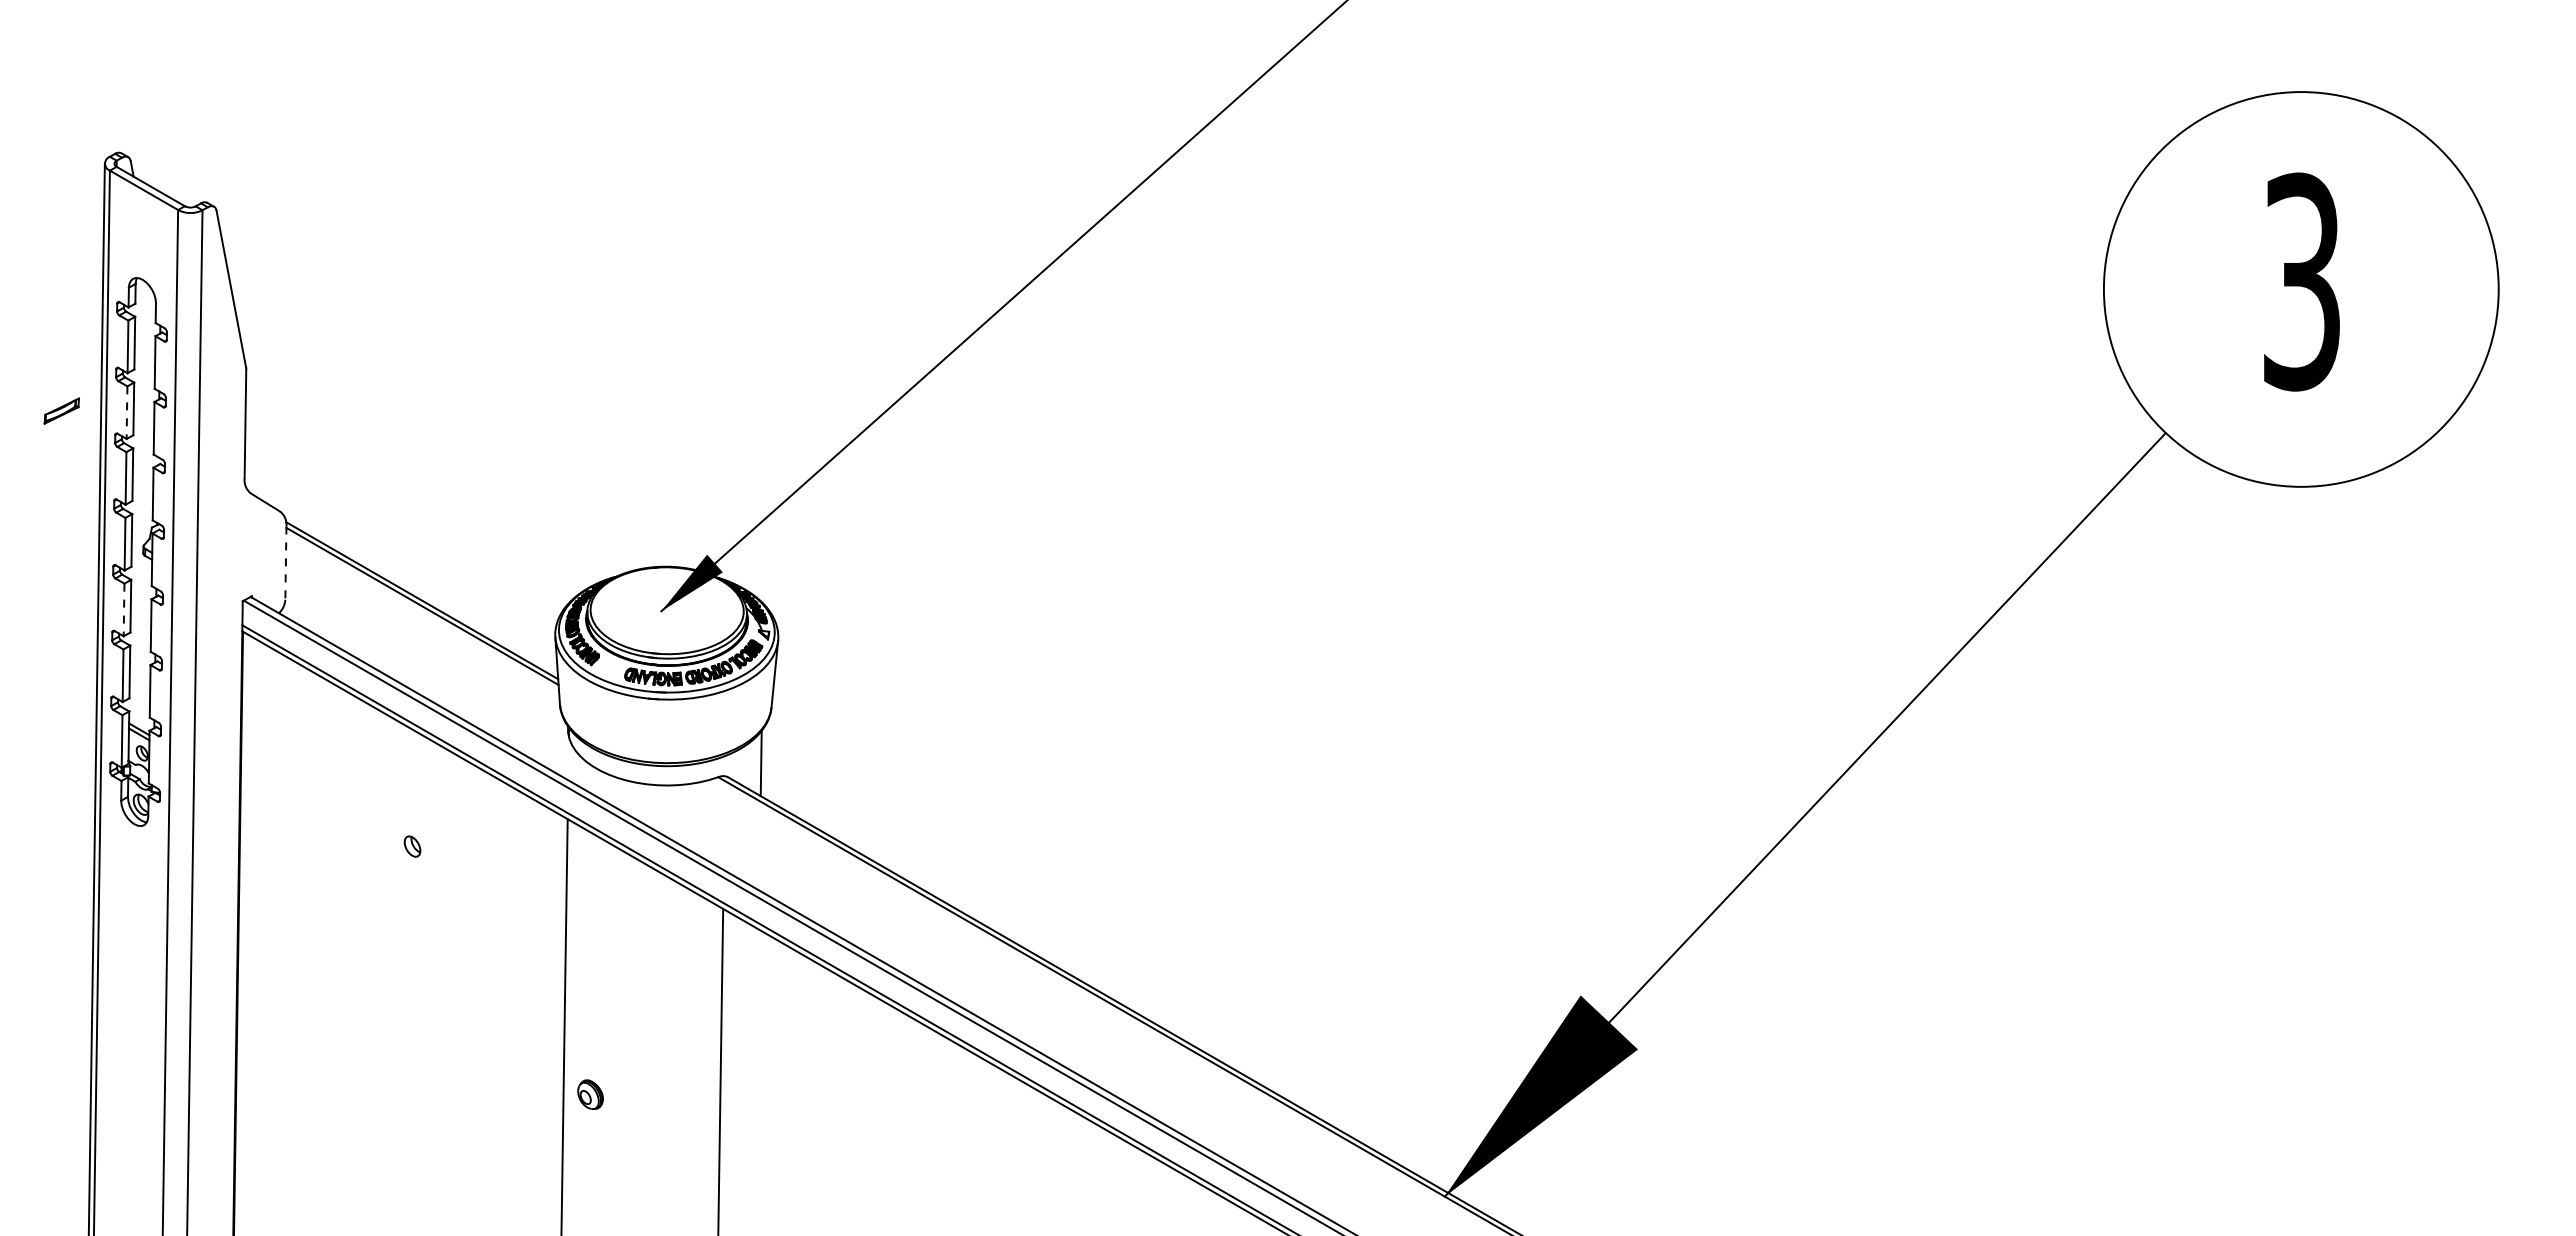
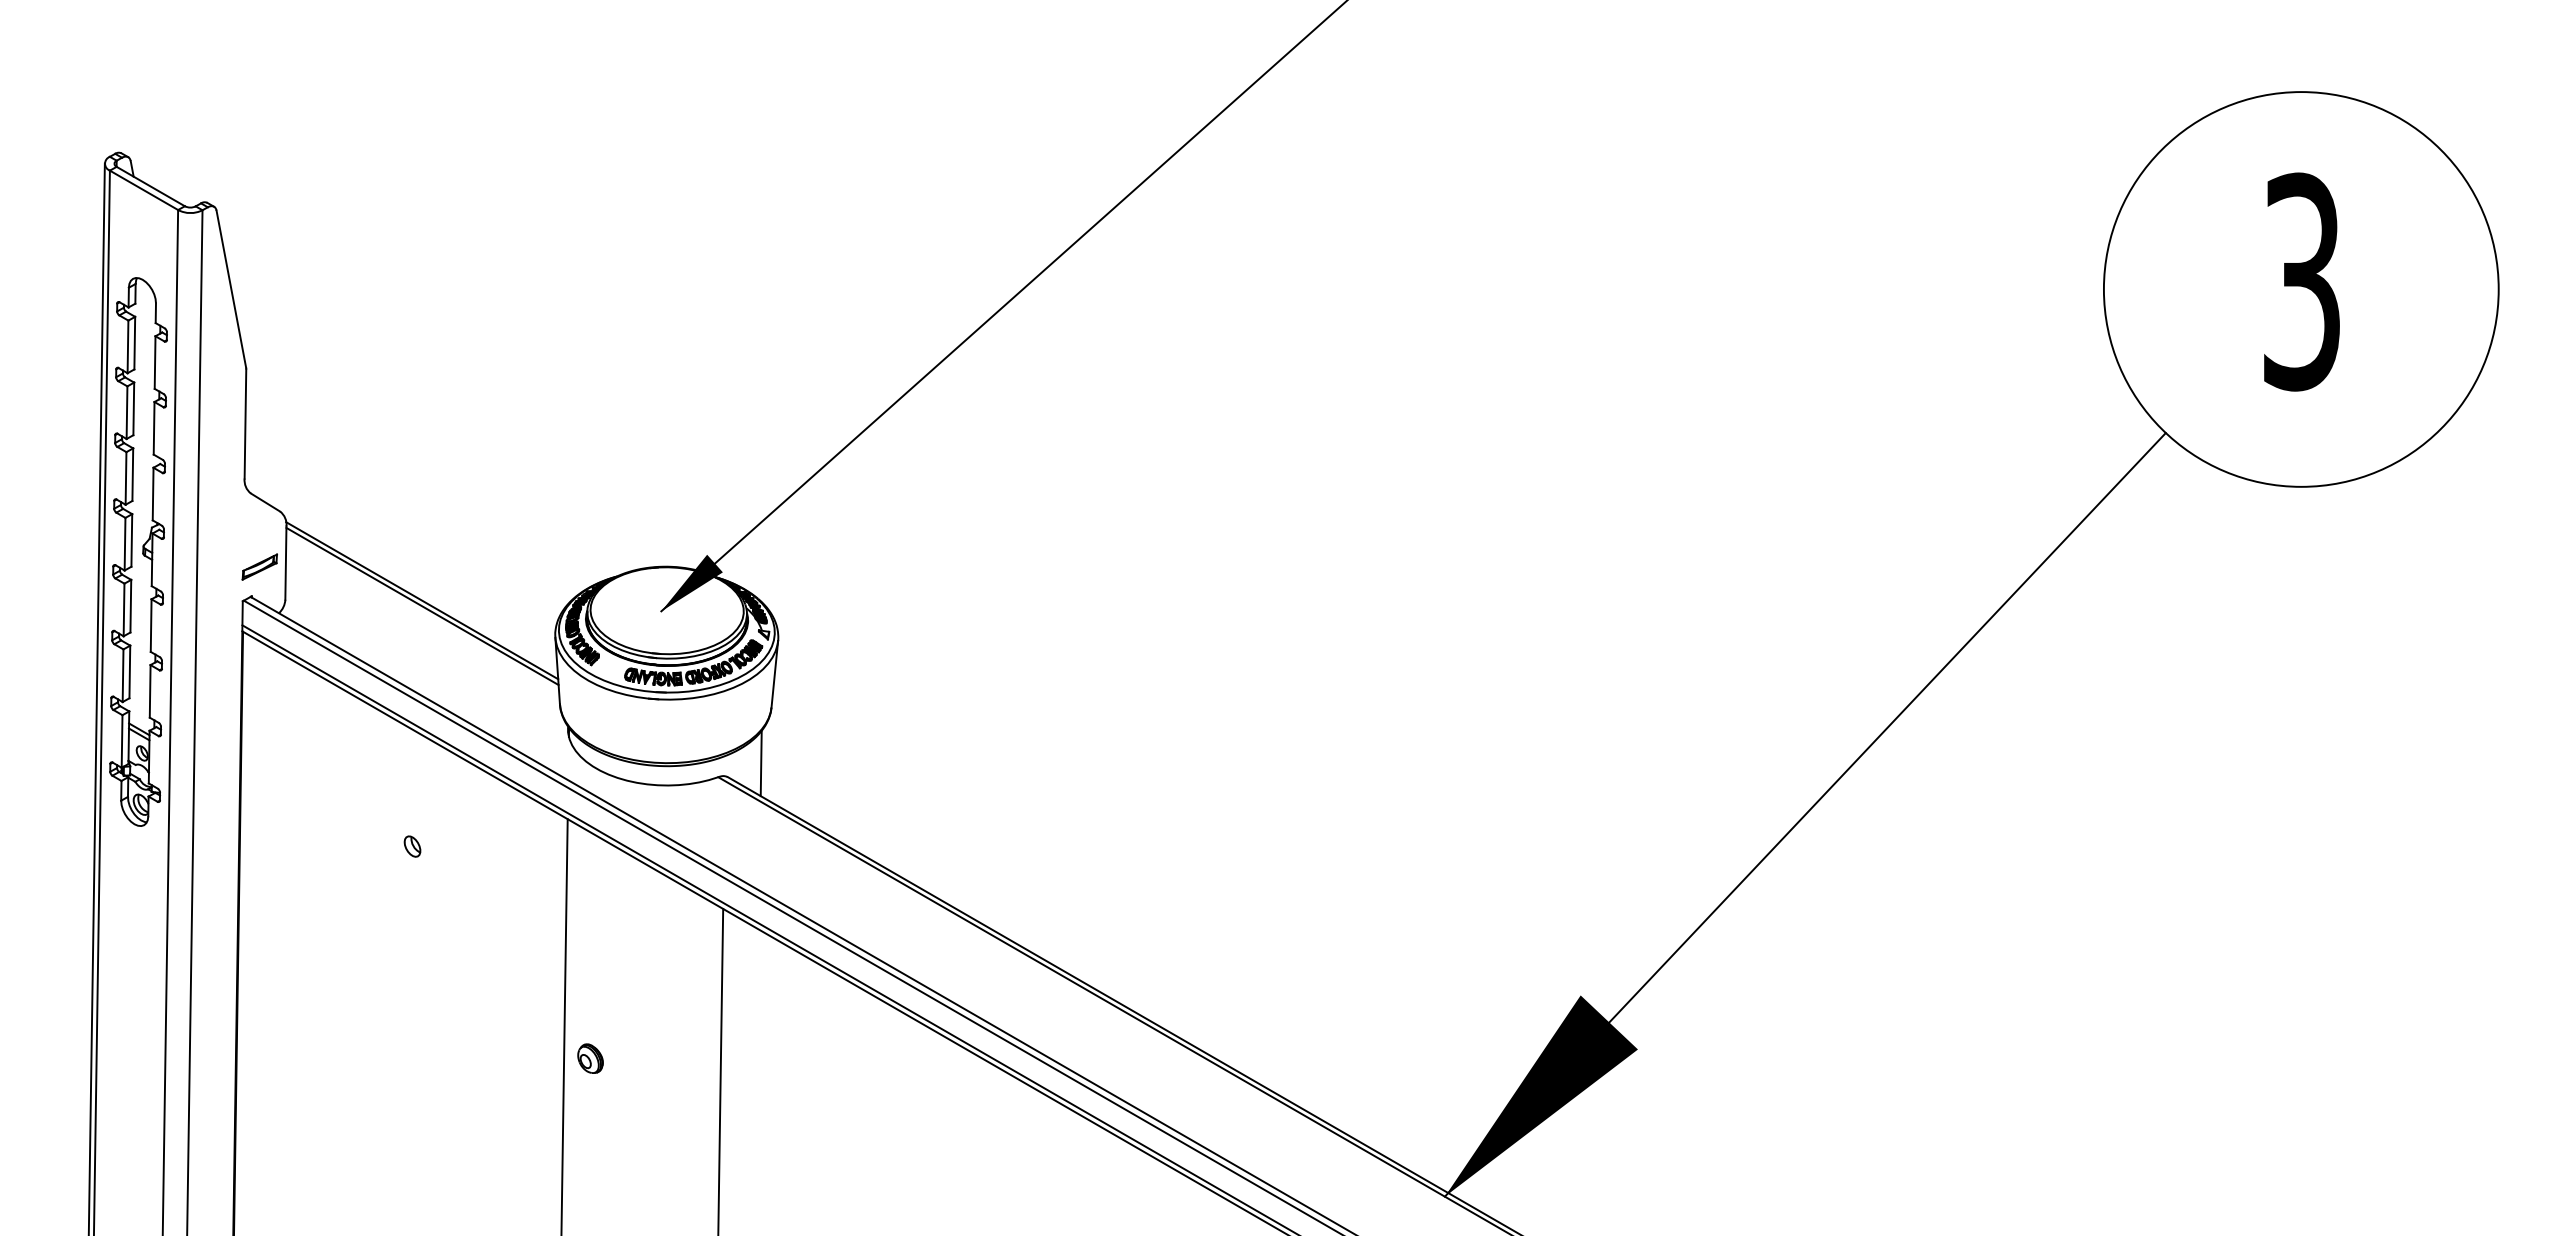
part at (61, 410) position: (61, 410) -> (259, 566)
line at (127, 413): dashed -> solid
line at (285, 563): dashed -> solid
line at (124, 610): dashed -> solid
part at (590, 1094) position: (590, 1094) -> (590, 1058)
